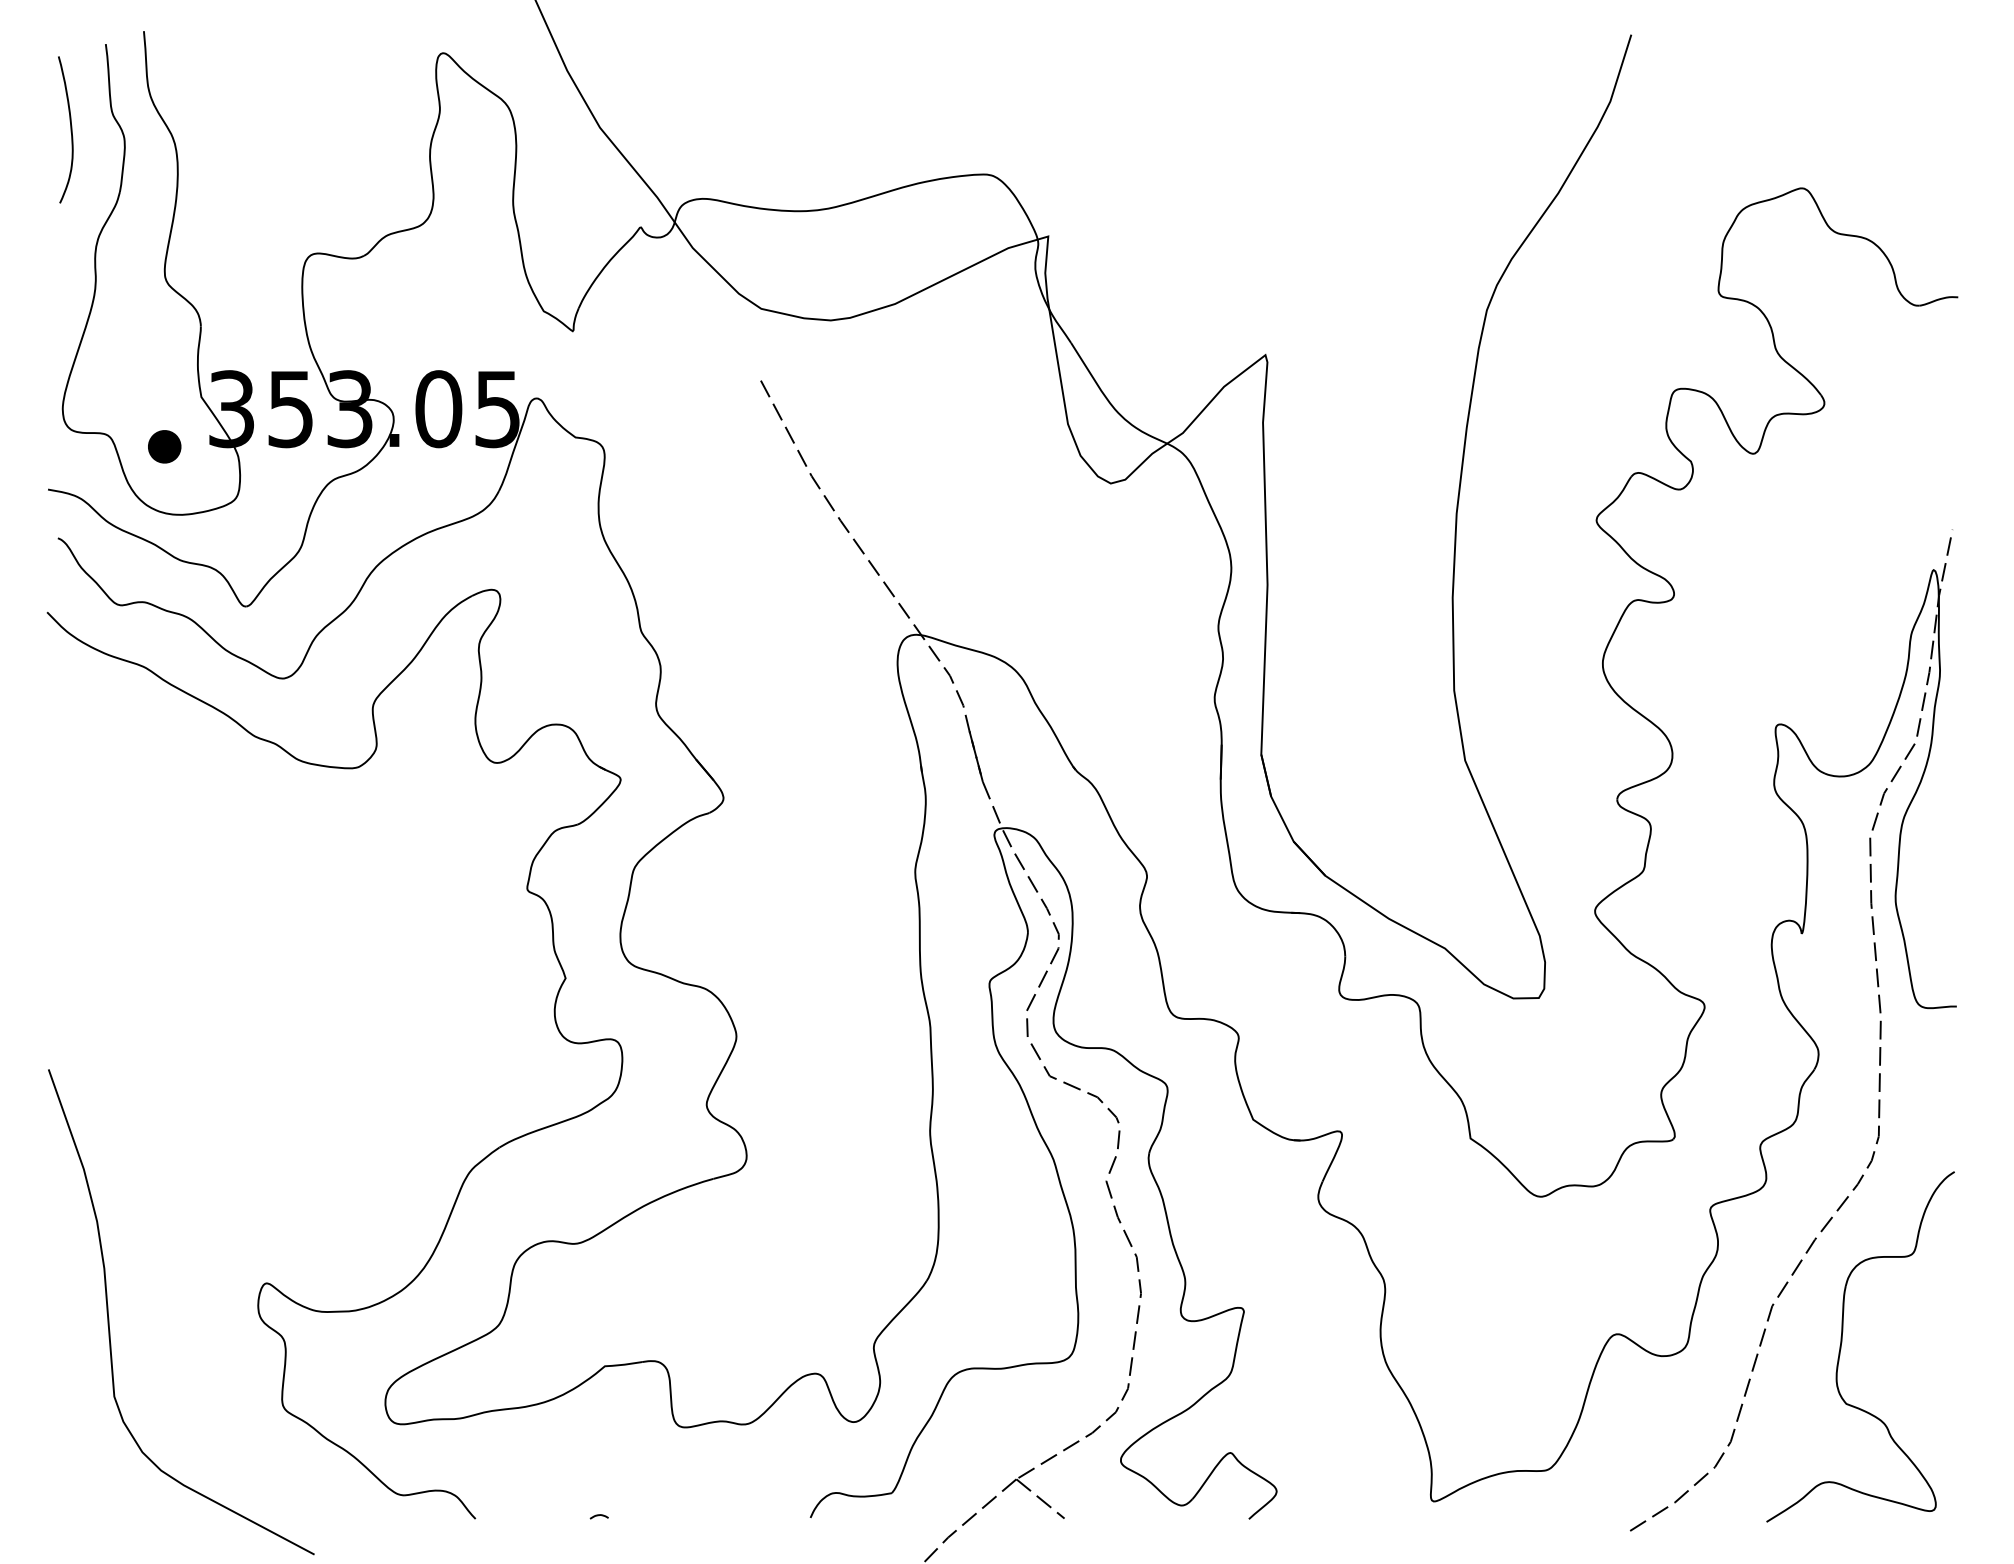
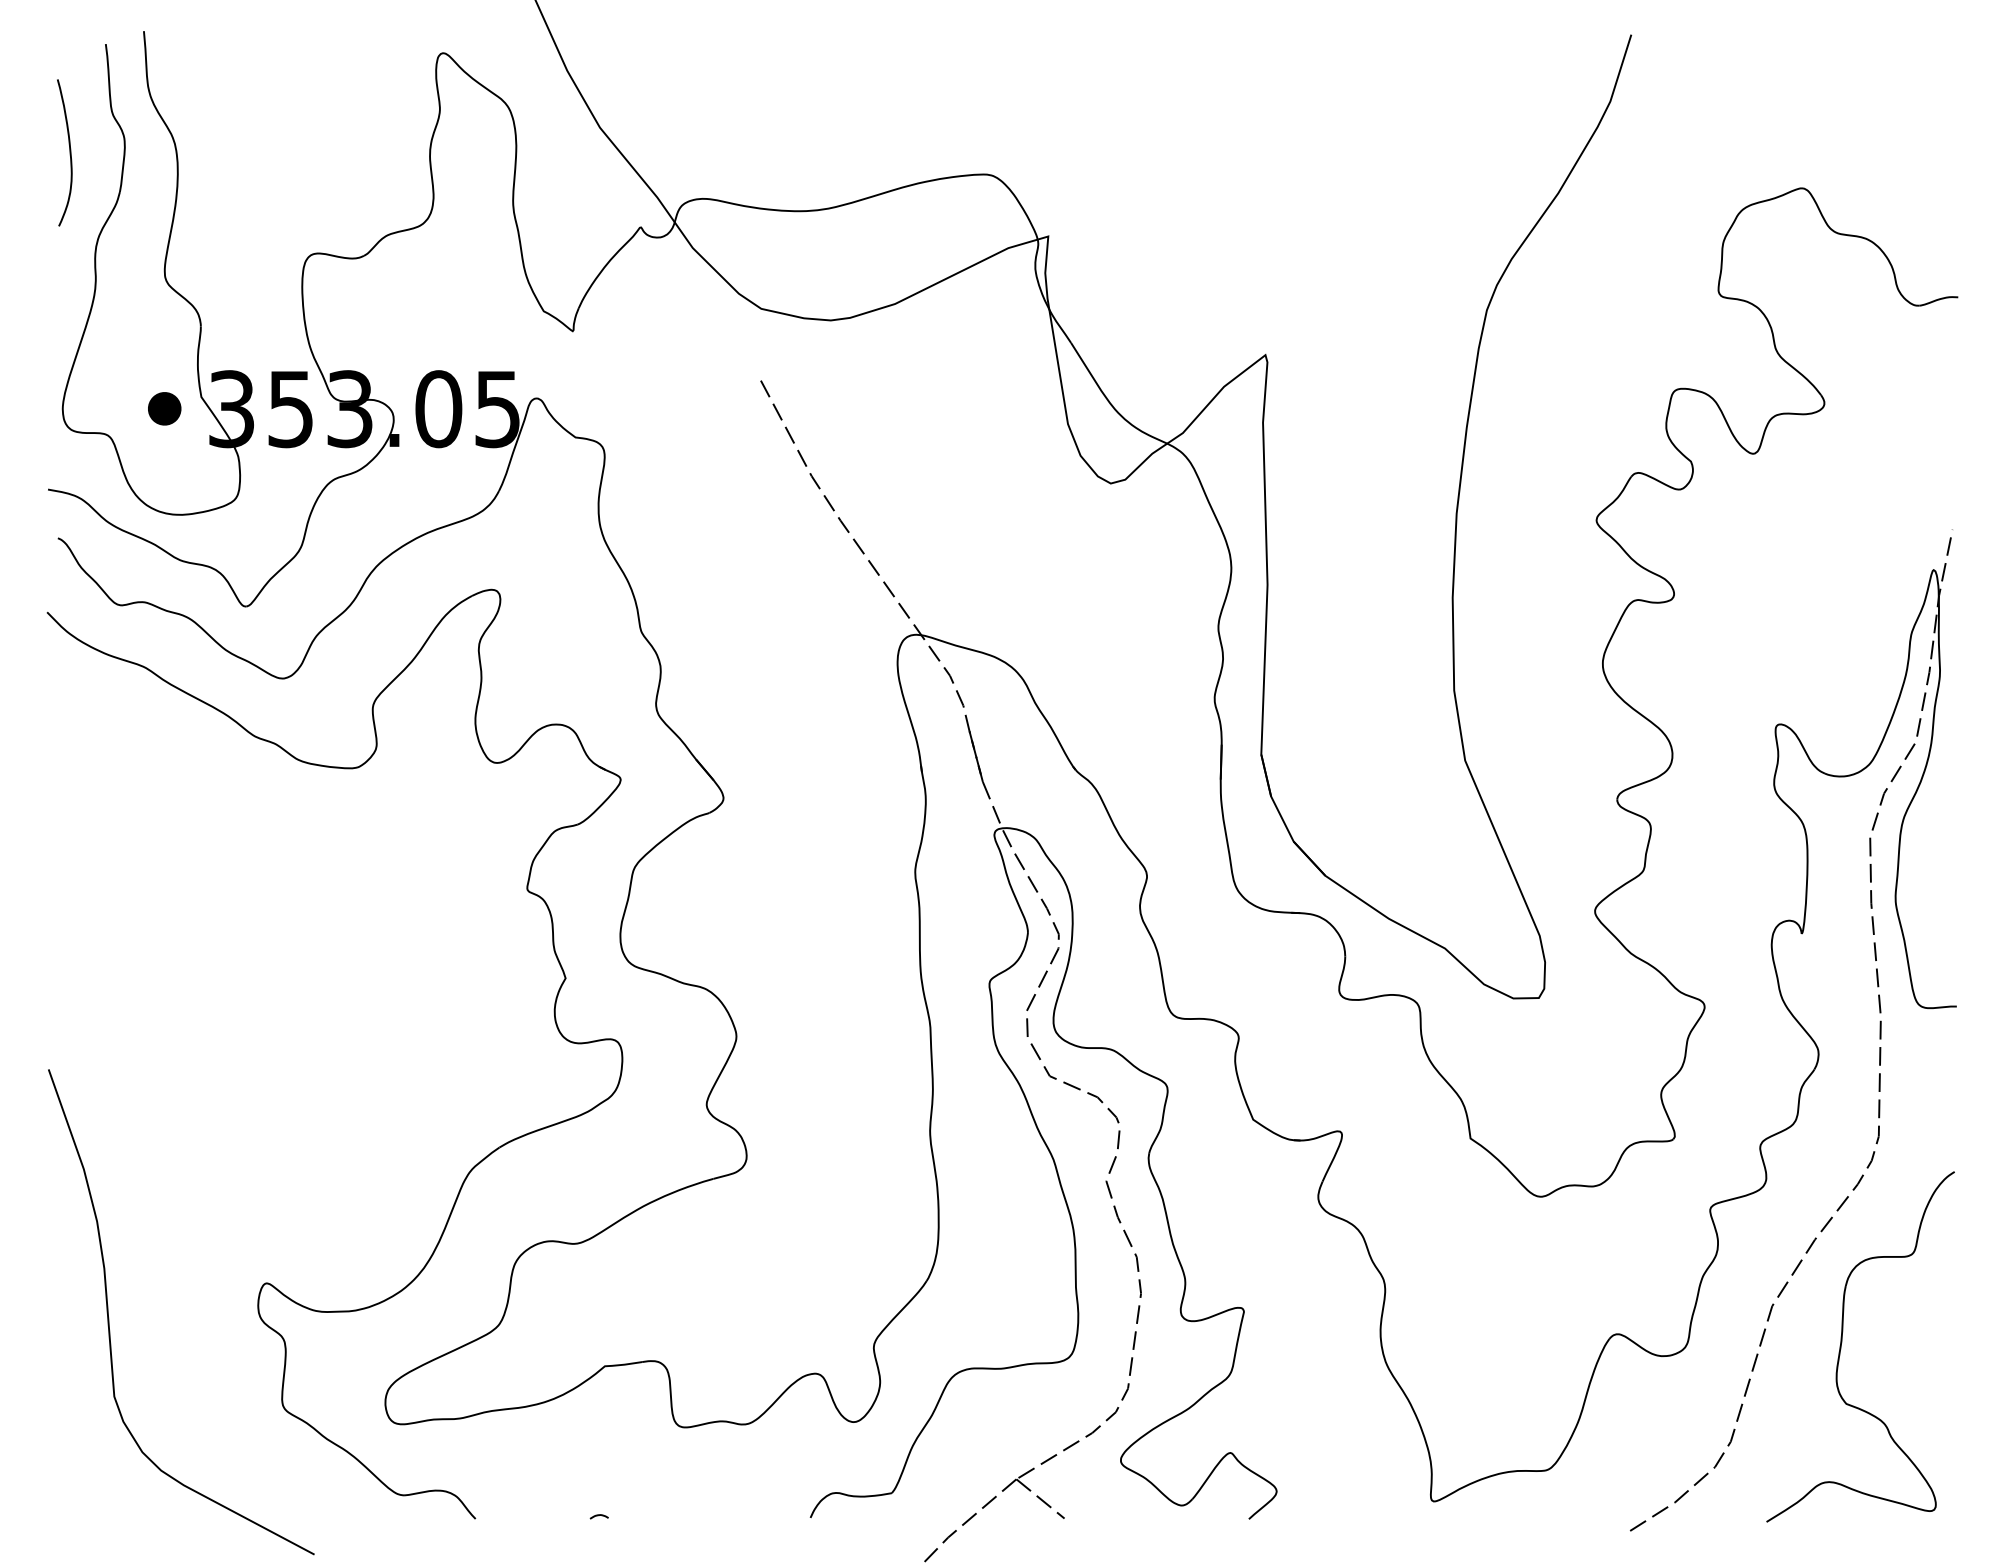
curve at (70, 129) position: (70, 129) -> (69, 152)
part at (164, 446) position: (164, 446) -> (164, 408)
